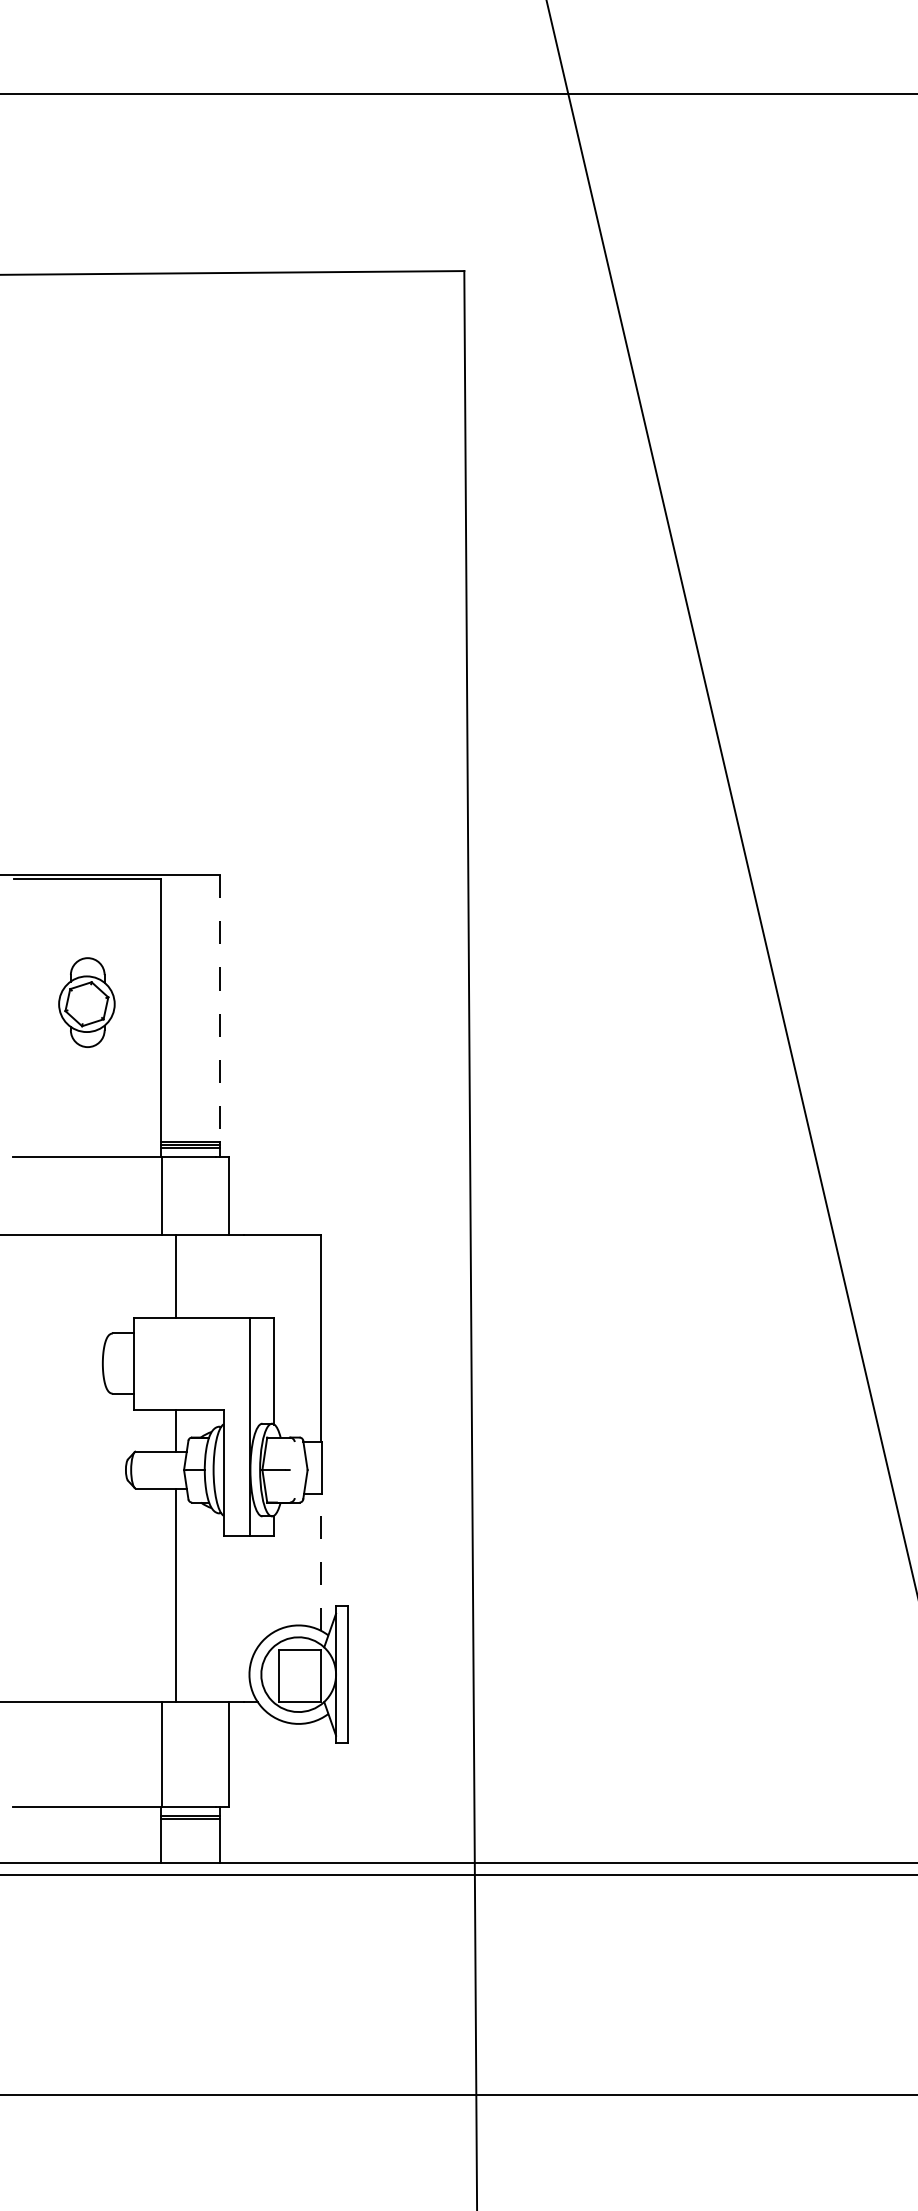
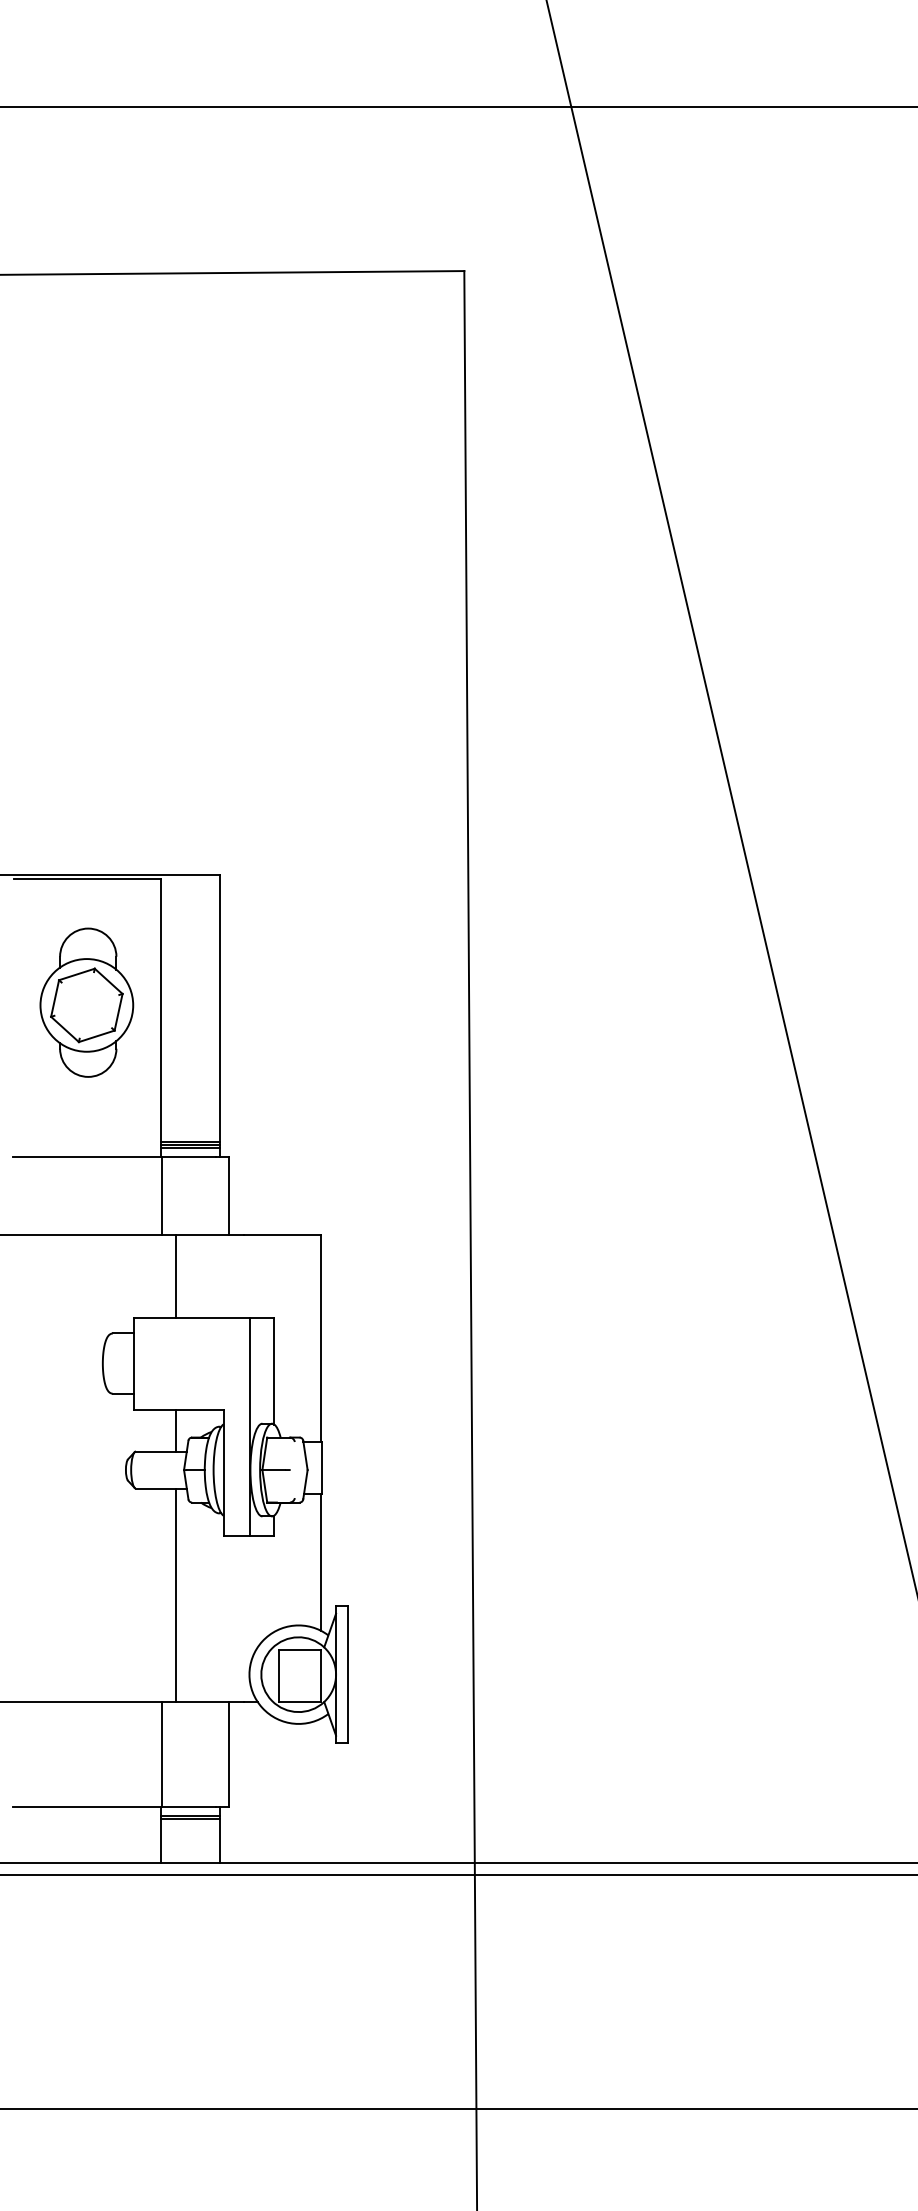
line at (458, 94) position: (458, 94) -> (458, 107)
part at (86, 1002) size: 58x91 px -> 96x151 px
line at (220, 1008): dashed -> solid
line at (321, 1562): dashed -> solid
line at (458, 2095) position: (458, 2095) -> (458, 2109)
